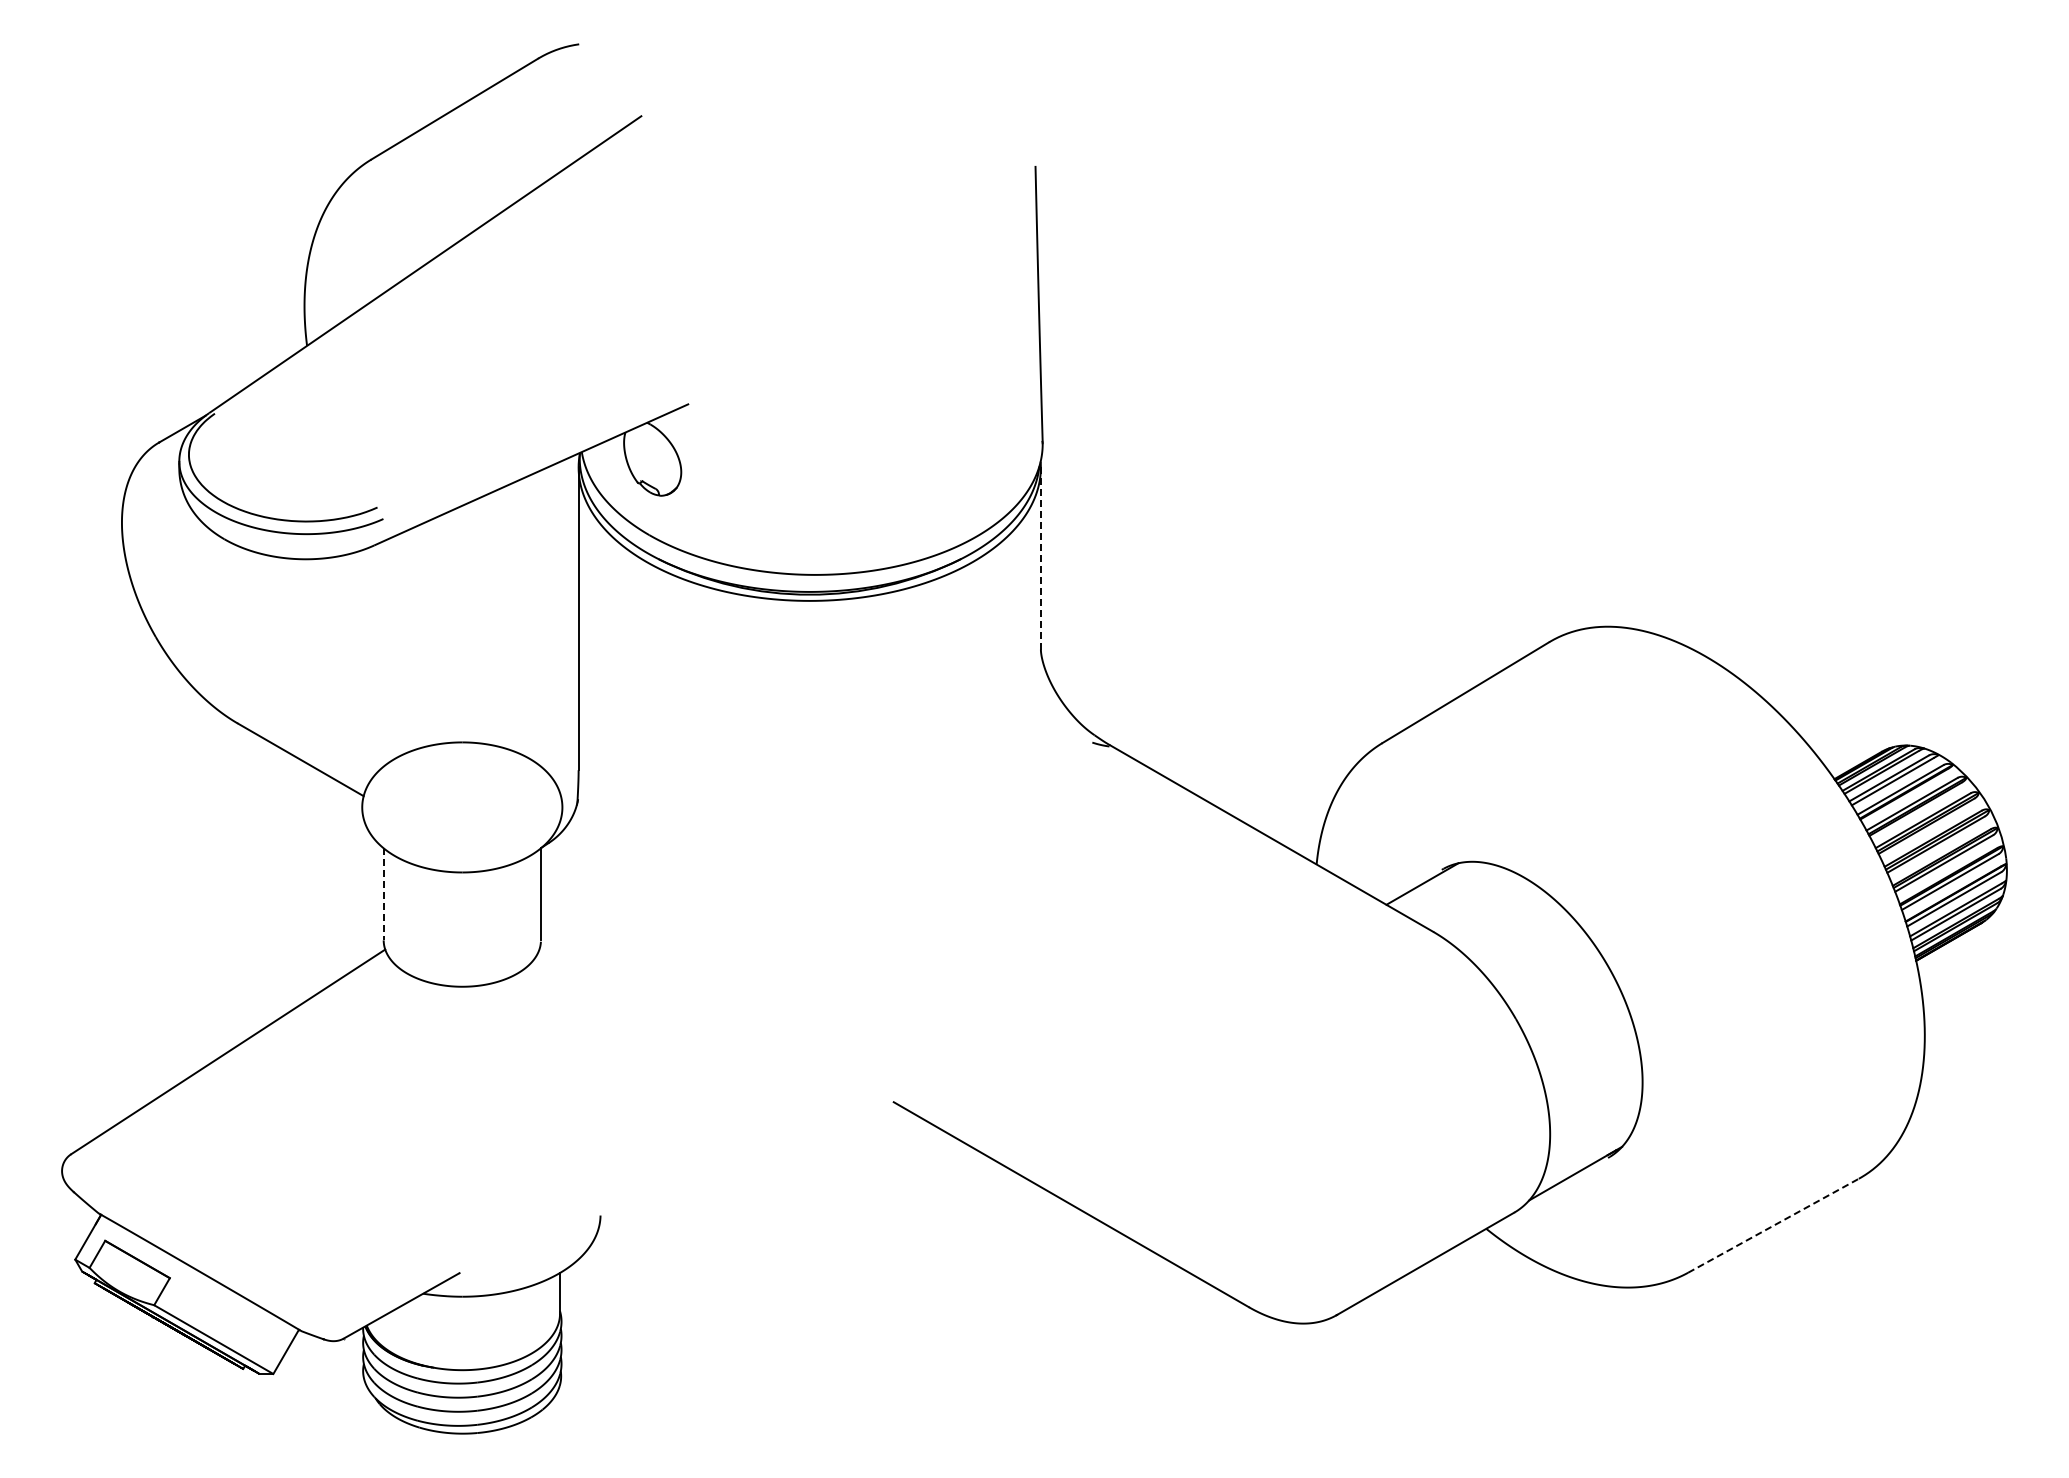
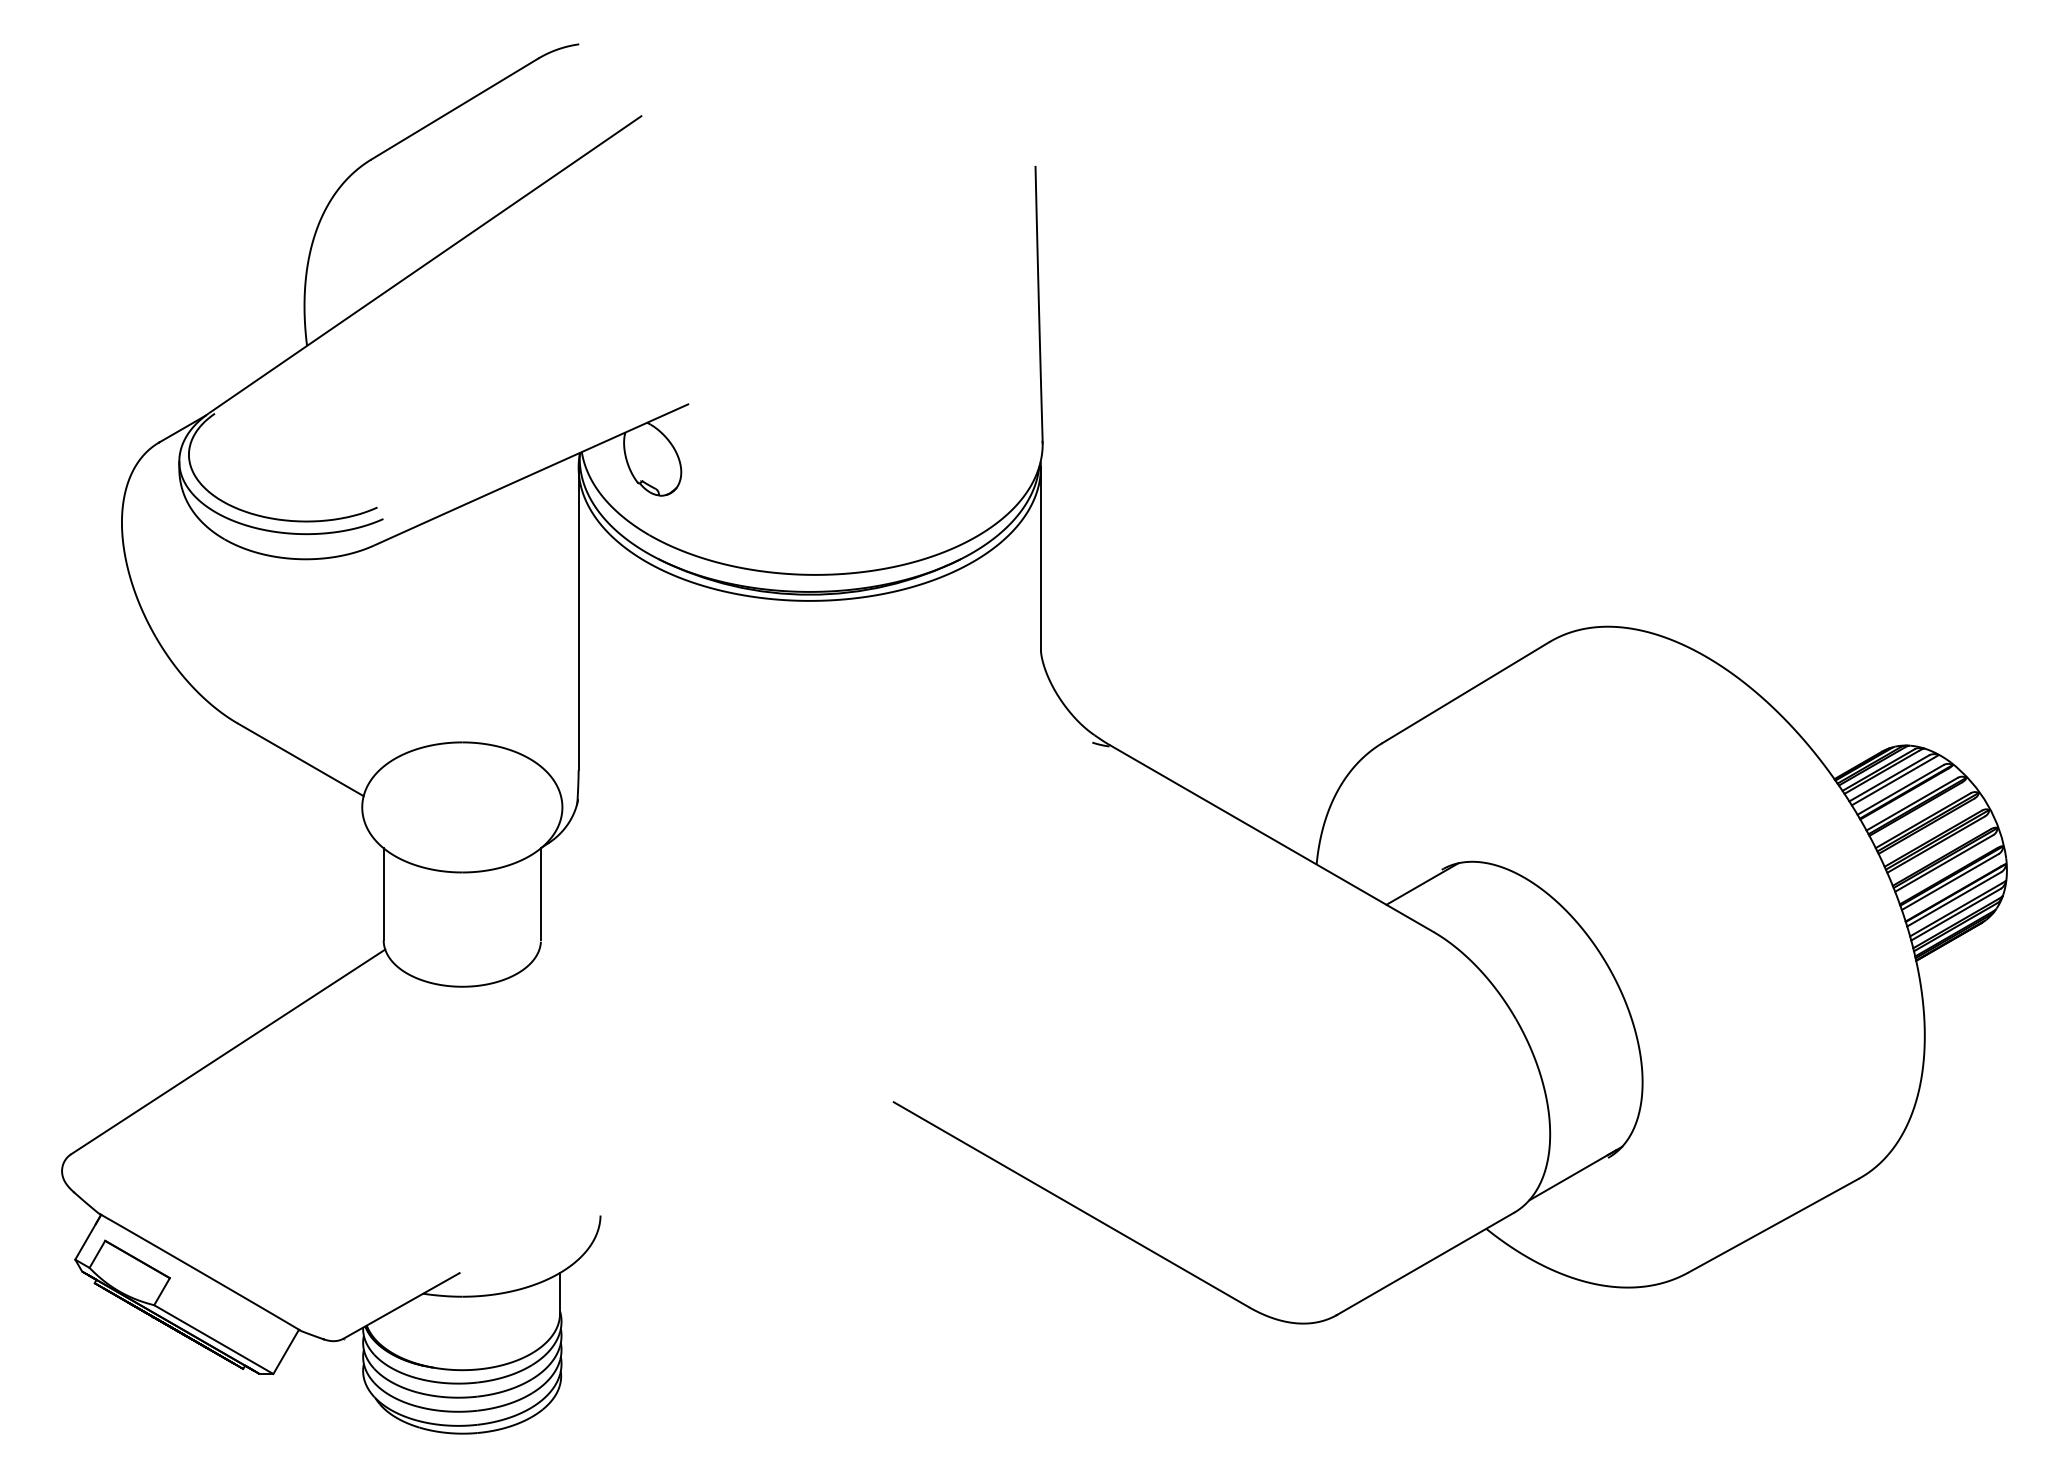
line at (1040, 558): dashed -> solid
line at (383, 894): dashed -> solid
line at (1773, 1225): dashed -> solid
